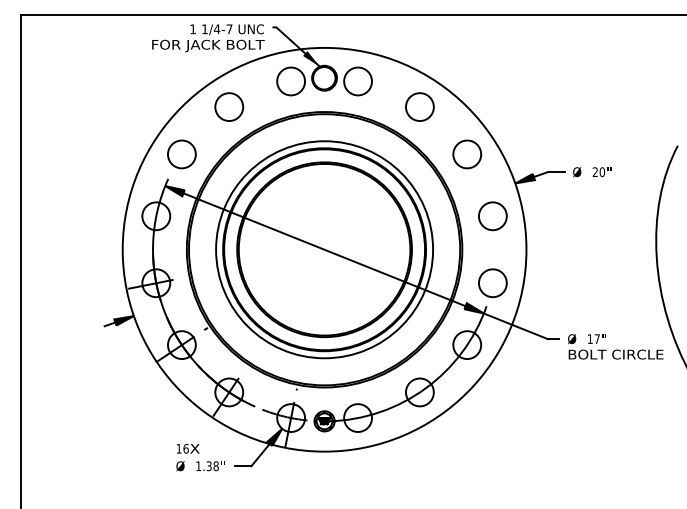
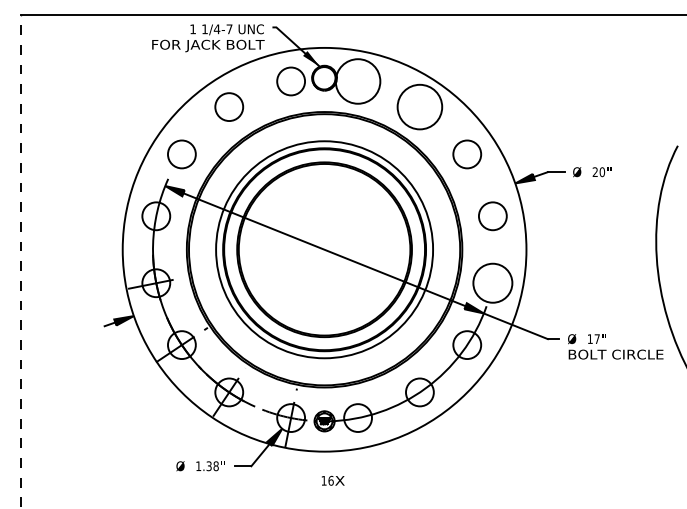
circle at (358, 81) diameter: 28 px -> 45 px
circle at (419, 107) diameter: 28 px -> 45 px
line at (20, 261): solid -> dashed
circle at (492, 283) diameter: 28 px -> 39 px
text at (188, 448) position: (188, 448) -> (333, 480)
